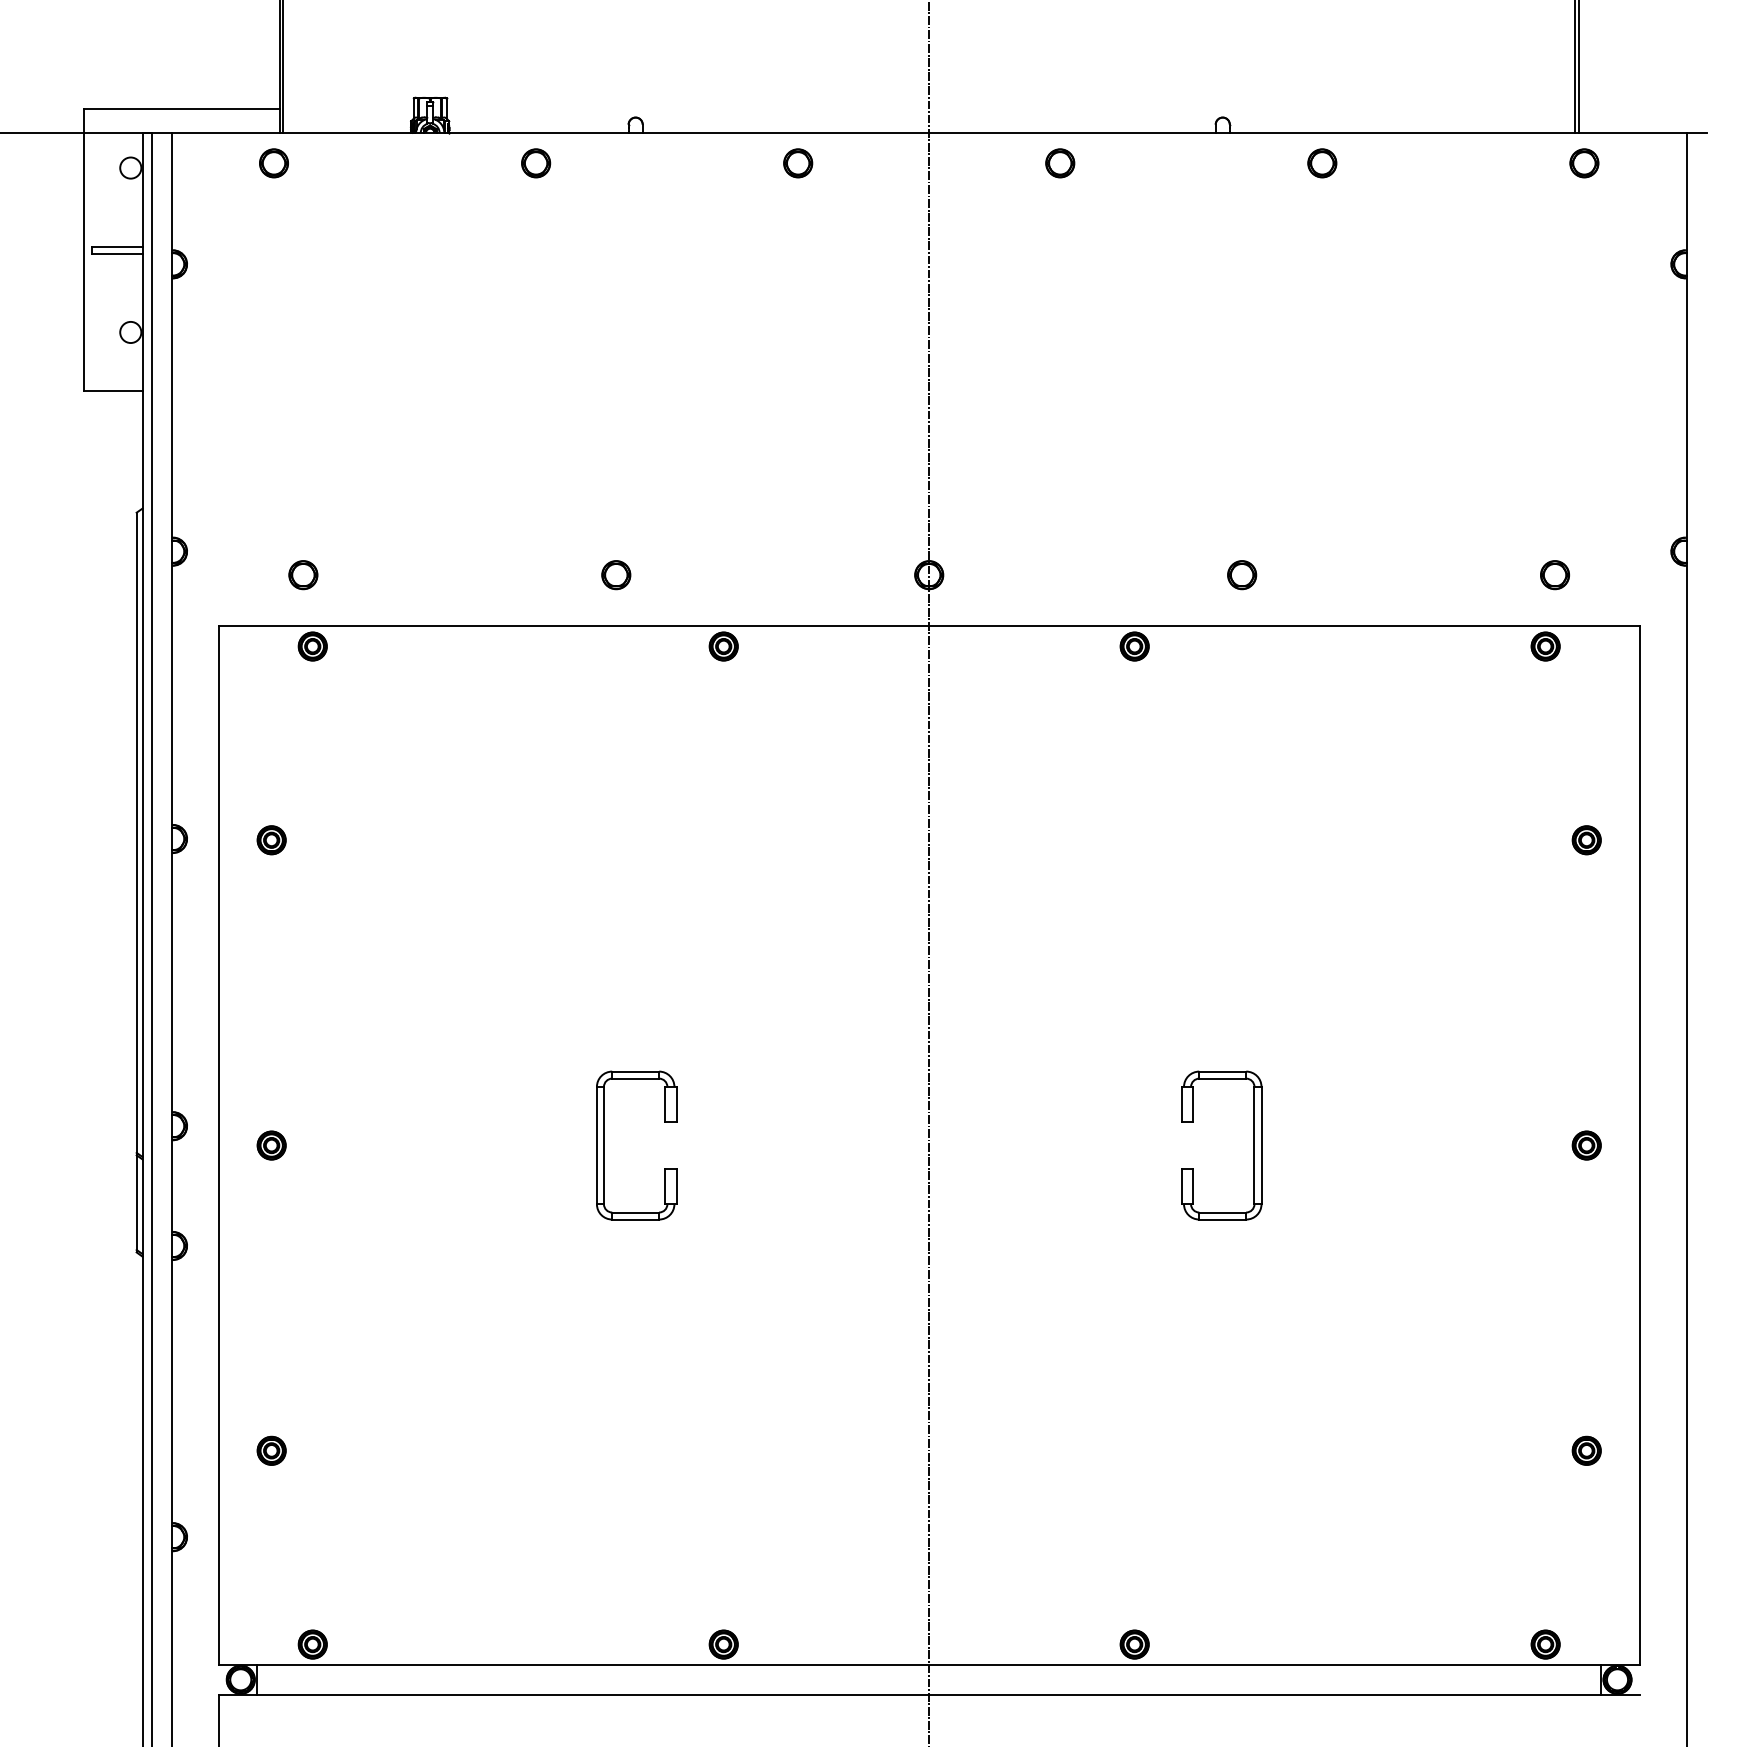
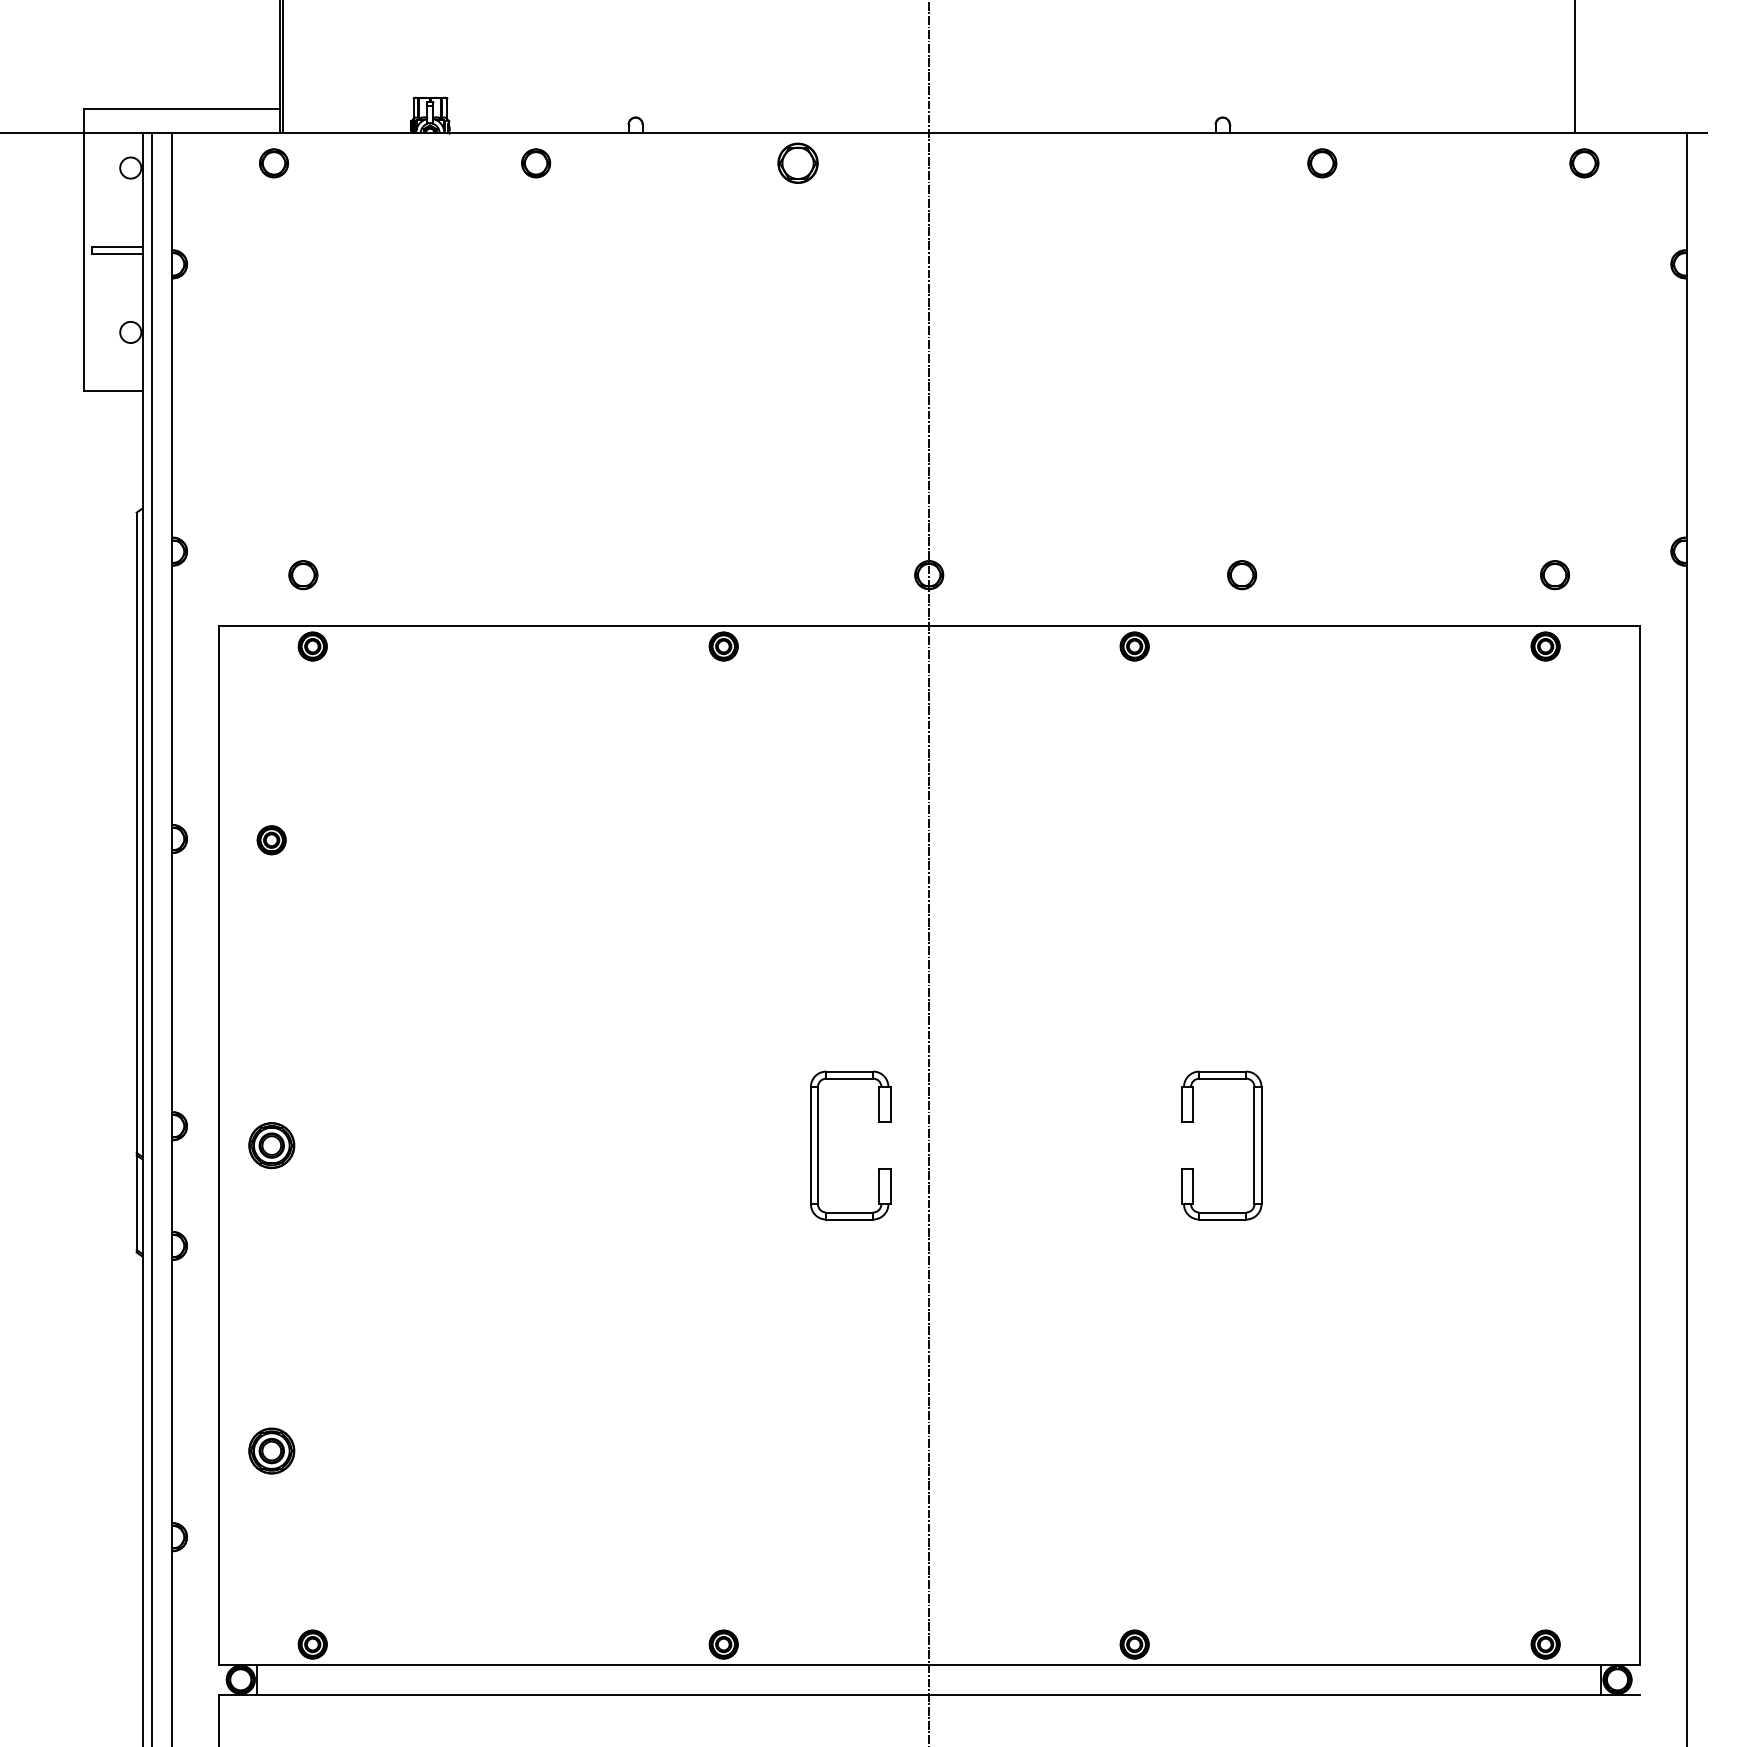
line at (1578, 67): present -> none
part at (798, 163) size: 31x31 px -> 42x42 px
part at (1060, 163): present -> none
part at (616, 575): present -> none
part at (1586, 840): present -> none
part at (271, 1145) size: 31x31 px -> 48x47 px
part at (604, 1145) position: (604, 1145) -> (818, 1145)
part at (1586, 1145): present -> none
part at (271, 1450) size: 31x31 px -> 48x48 px
part at (1586, 1450): present -> none
